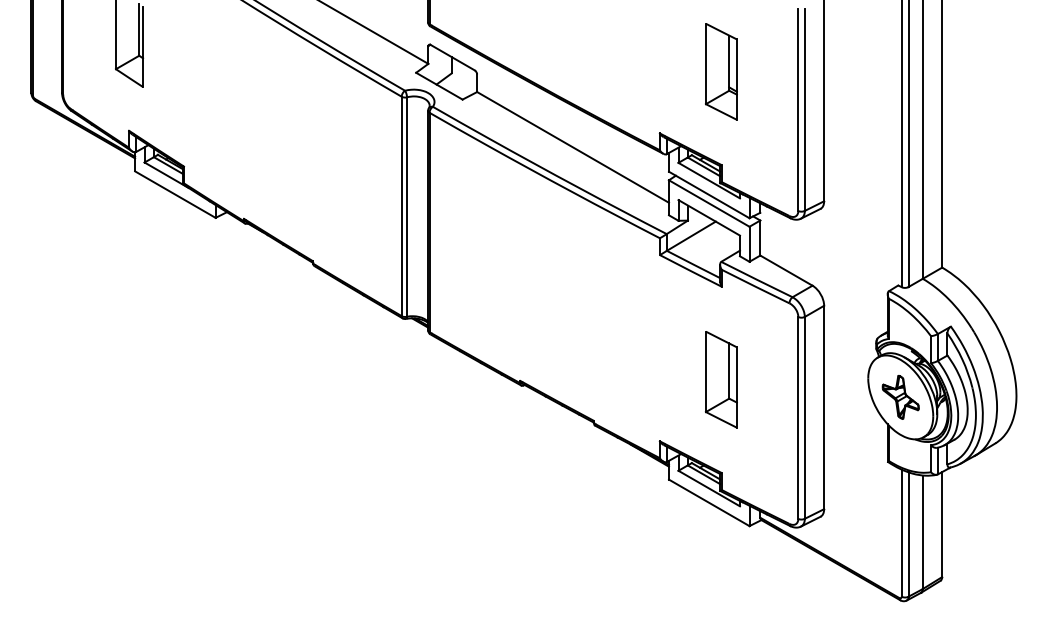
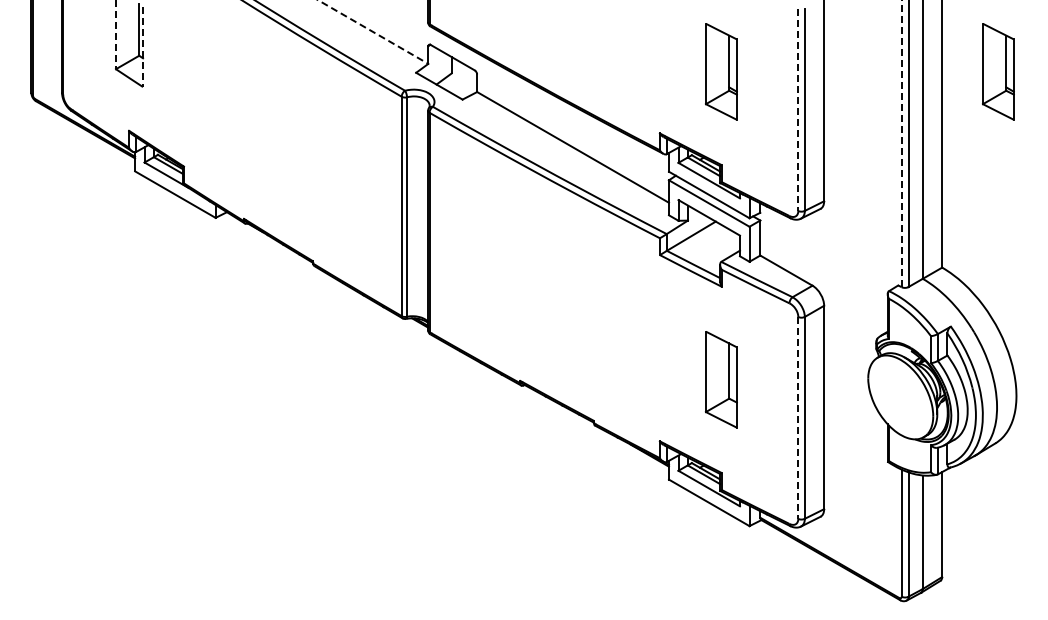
line at (373, 32): solid -> dashed
line at (115, 35): solid -> dashed
line at (143, 47): solid -> dashed
part at (998, 71): none -> present
line at (798, 110): solid -> dashed
line at (901, 143): solid -> dashed
part at (900, 397): present -> none
line at (798, 417): solid -> dashed
